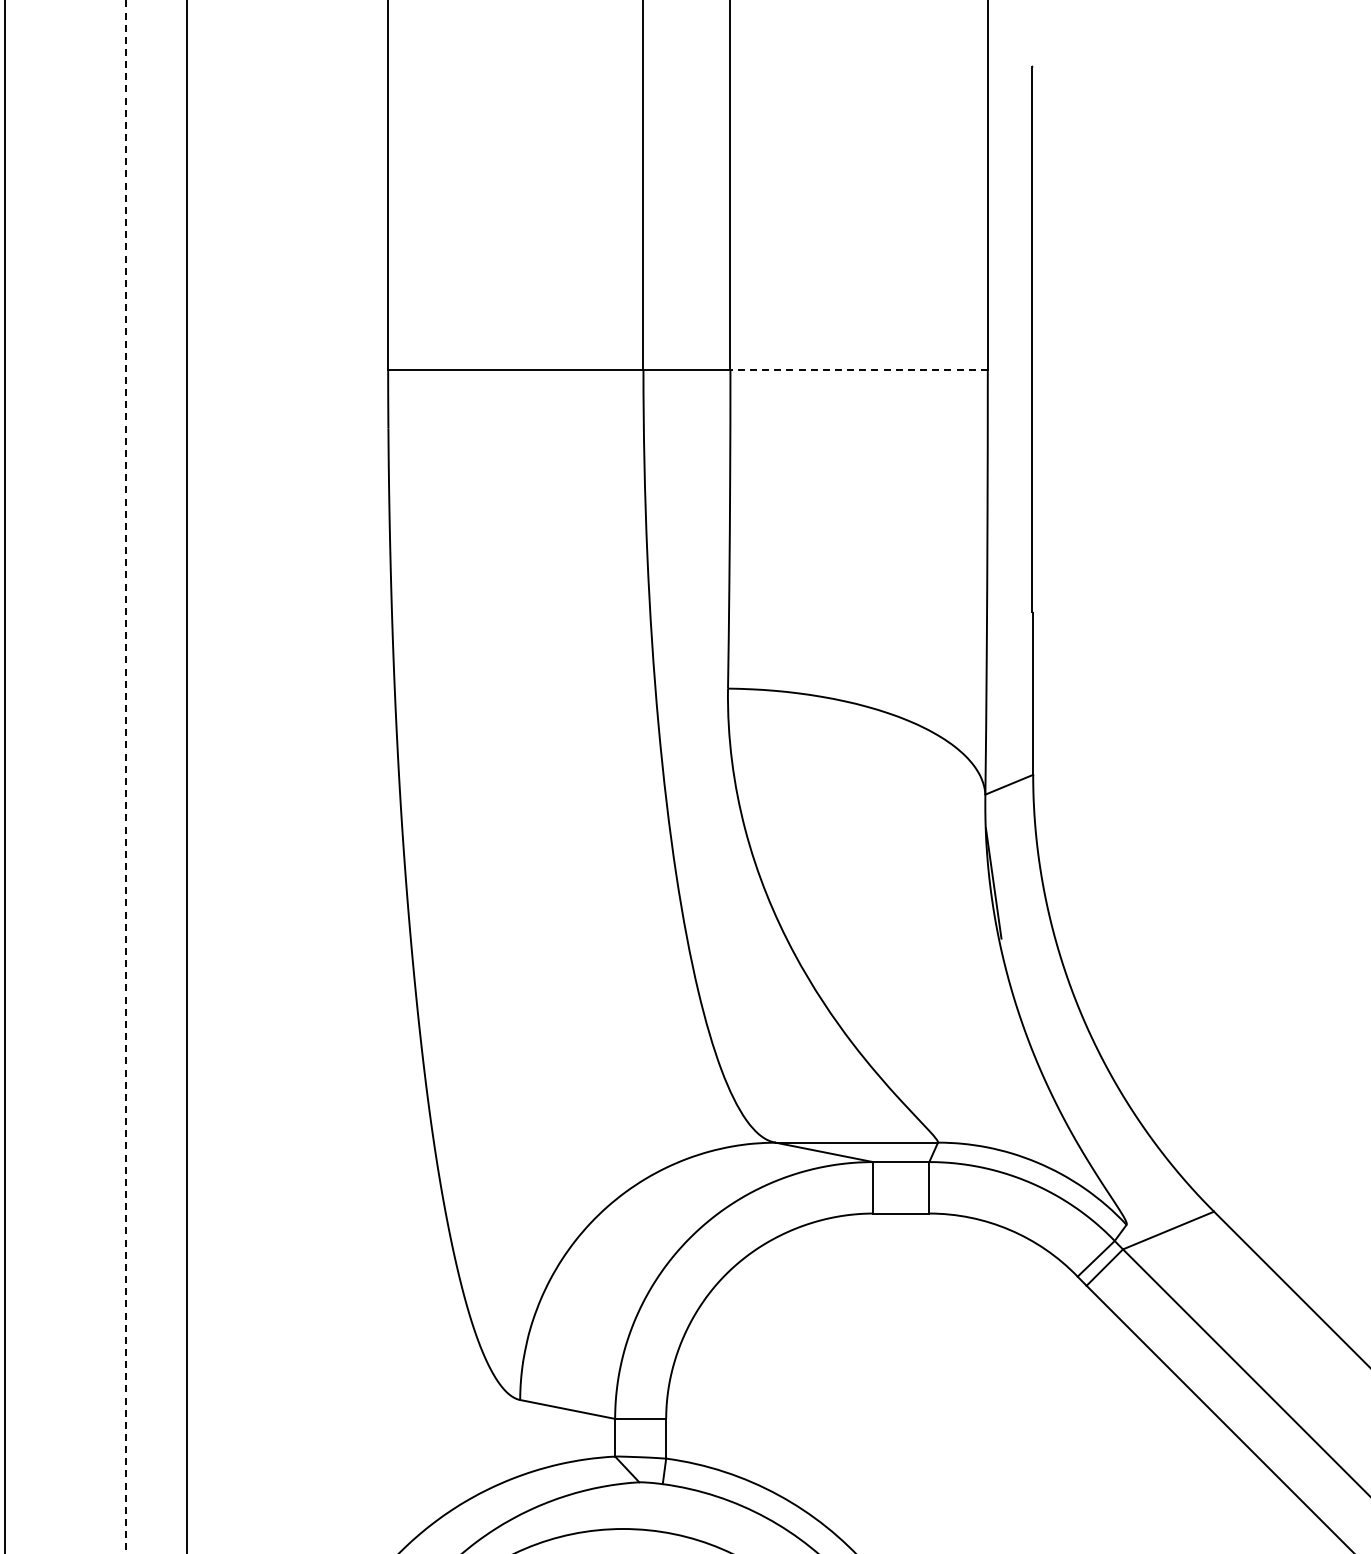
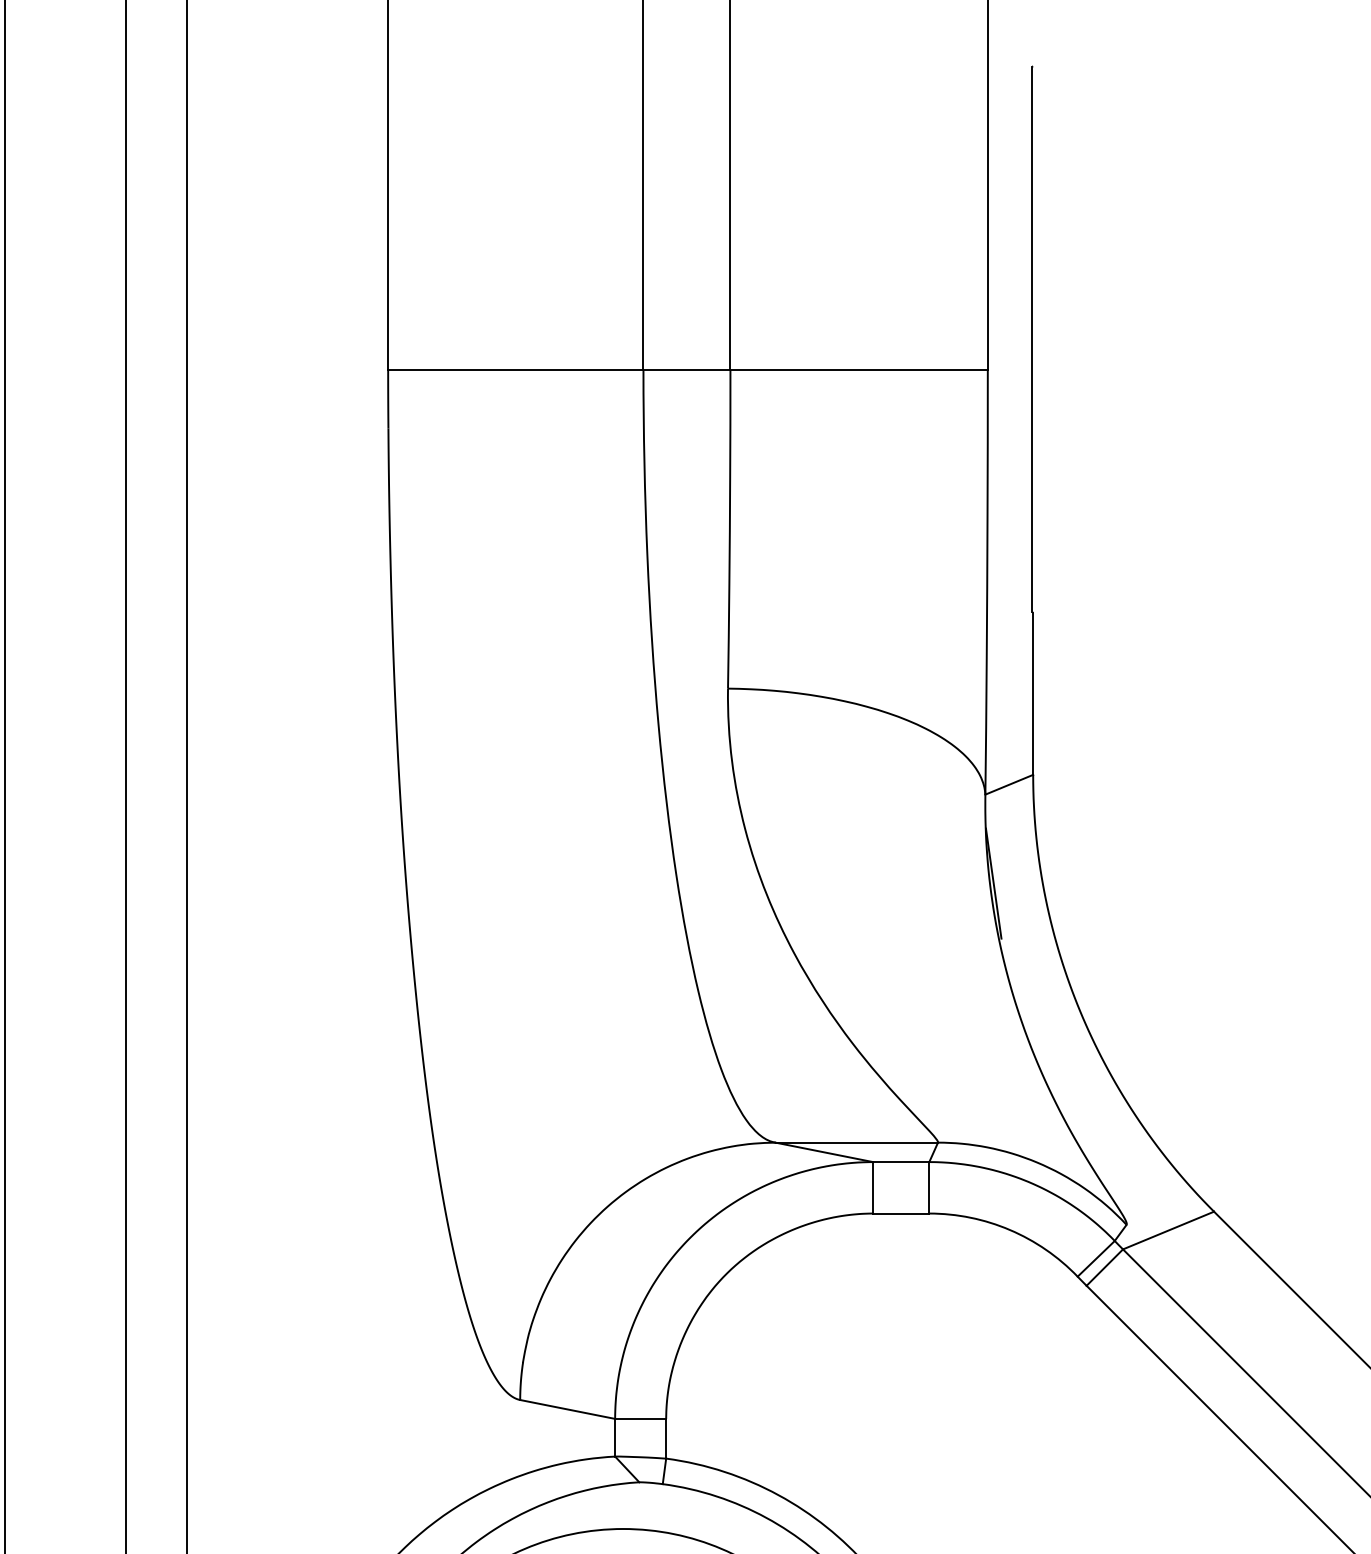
line at (859, 370): dashed -> solid
line at (126, 776): dashed -> solid
